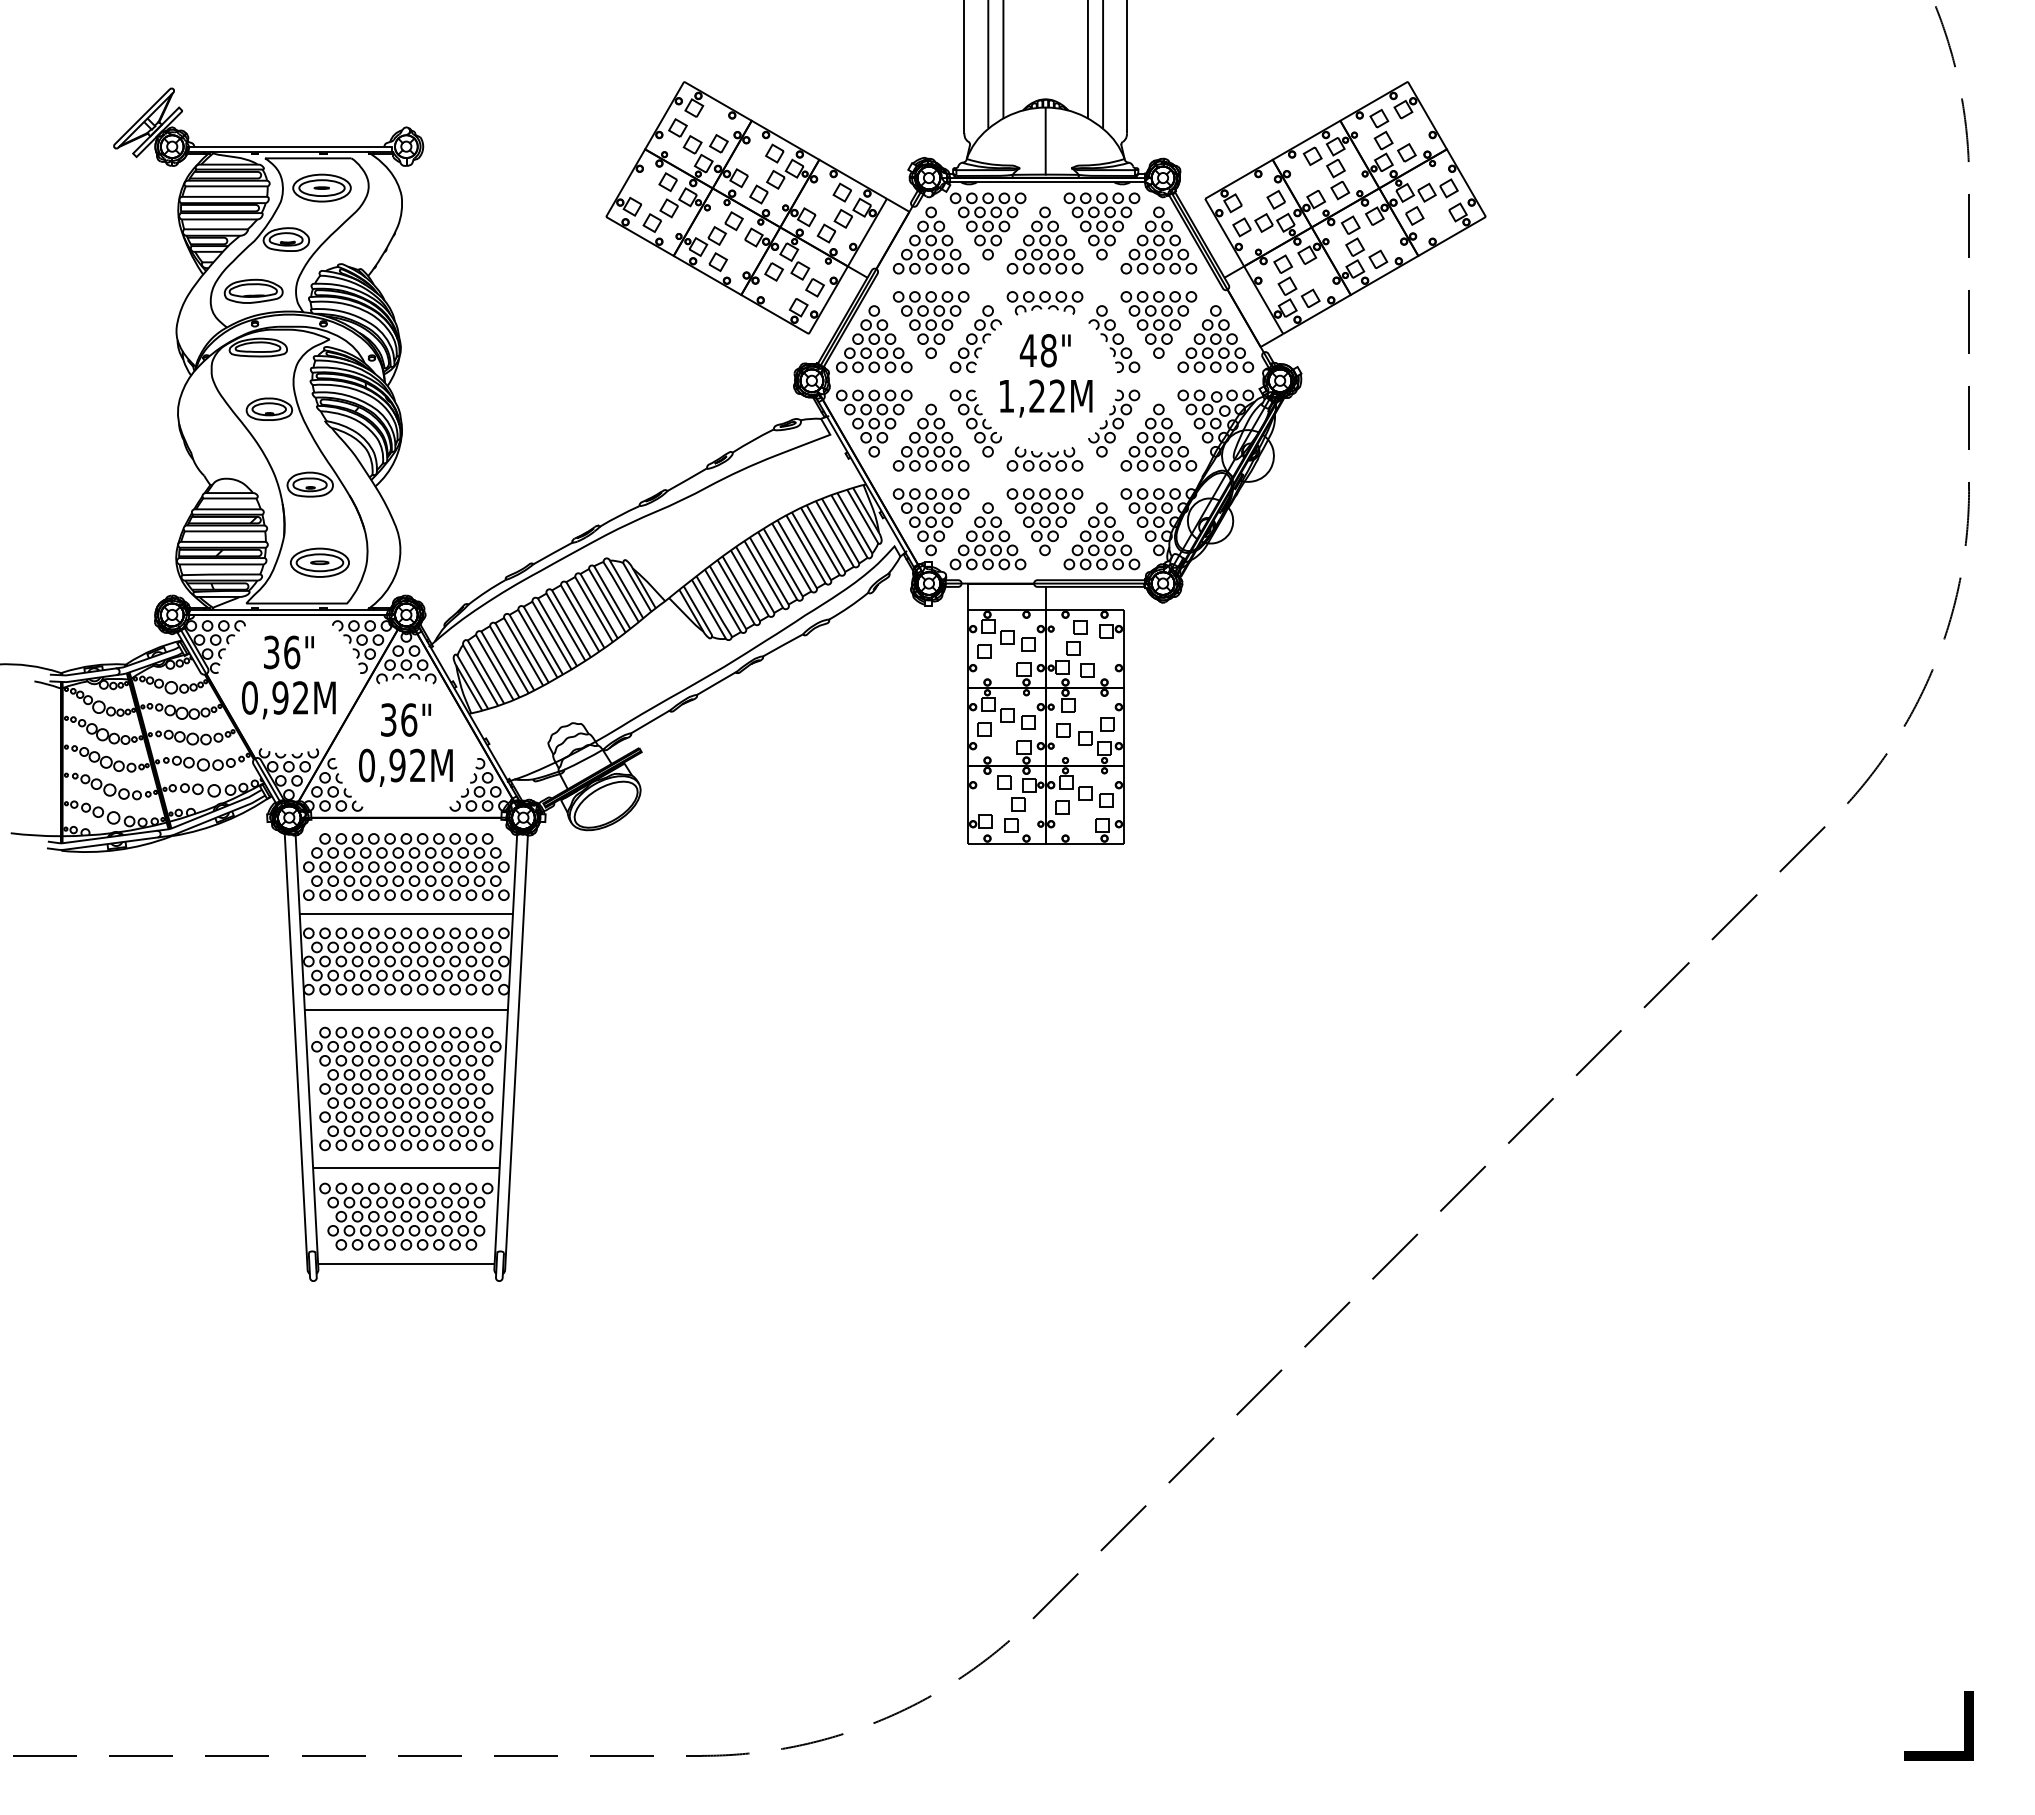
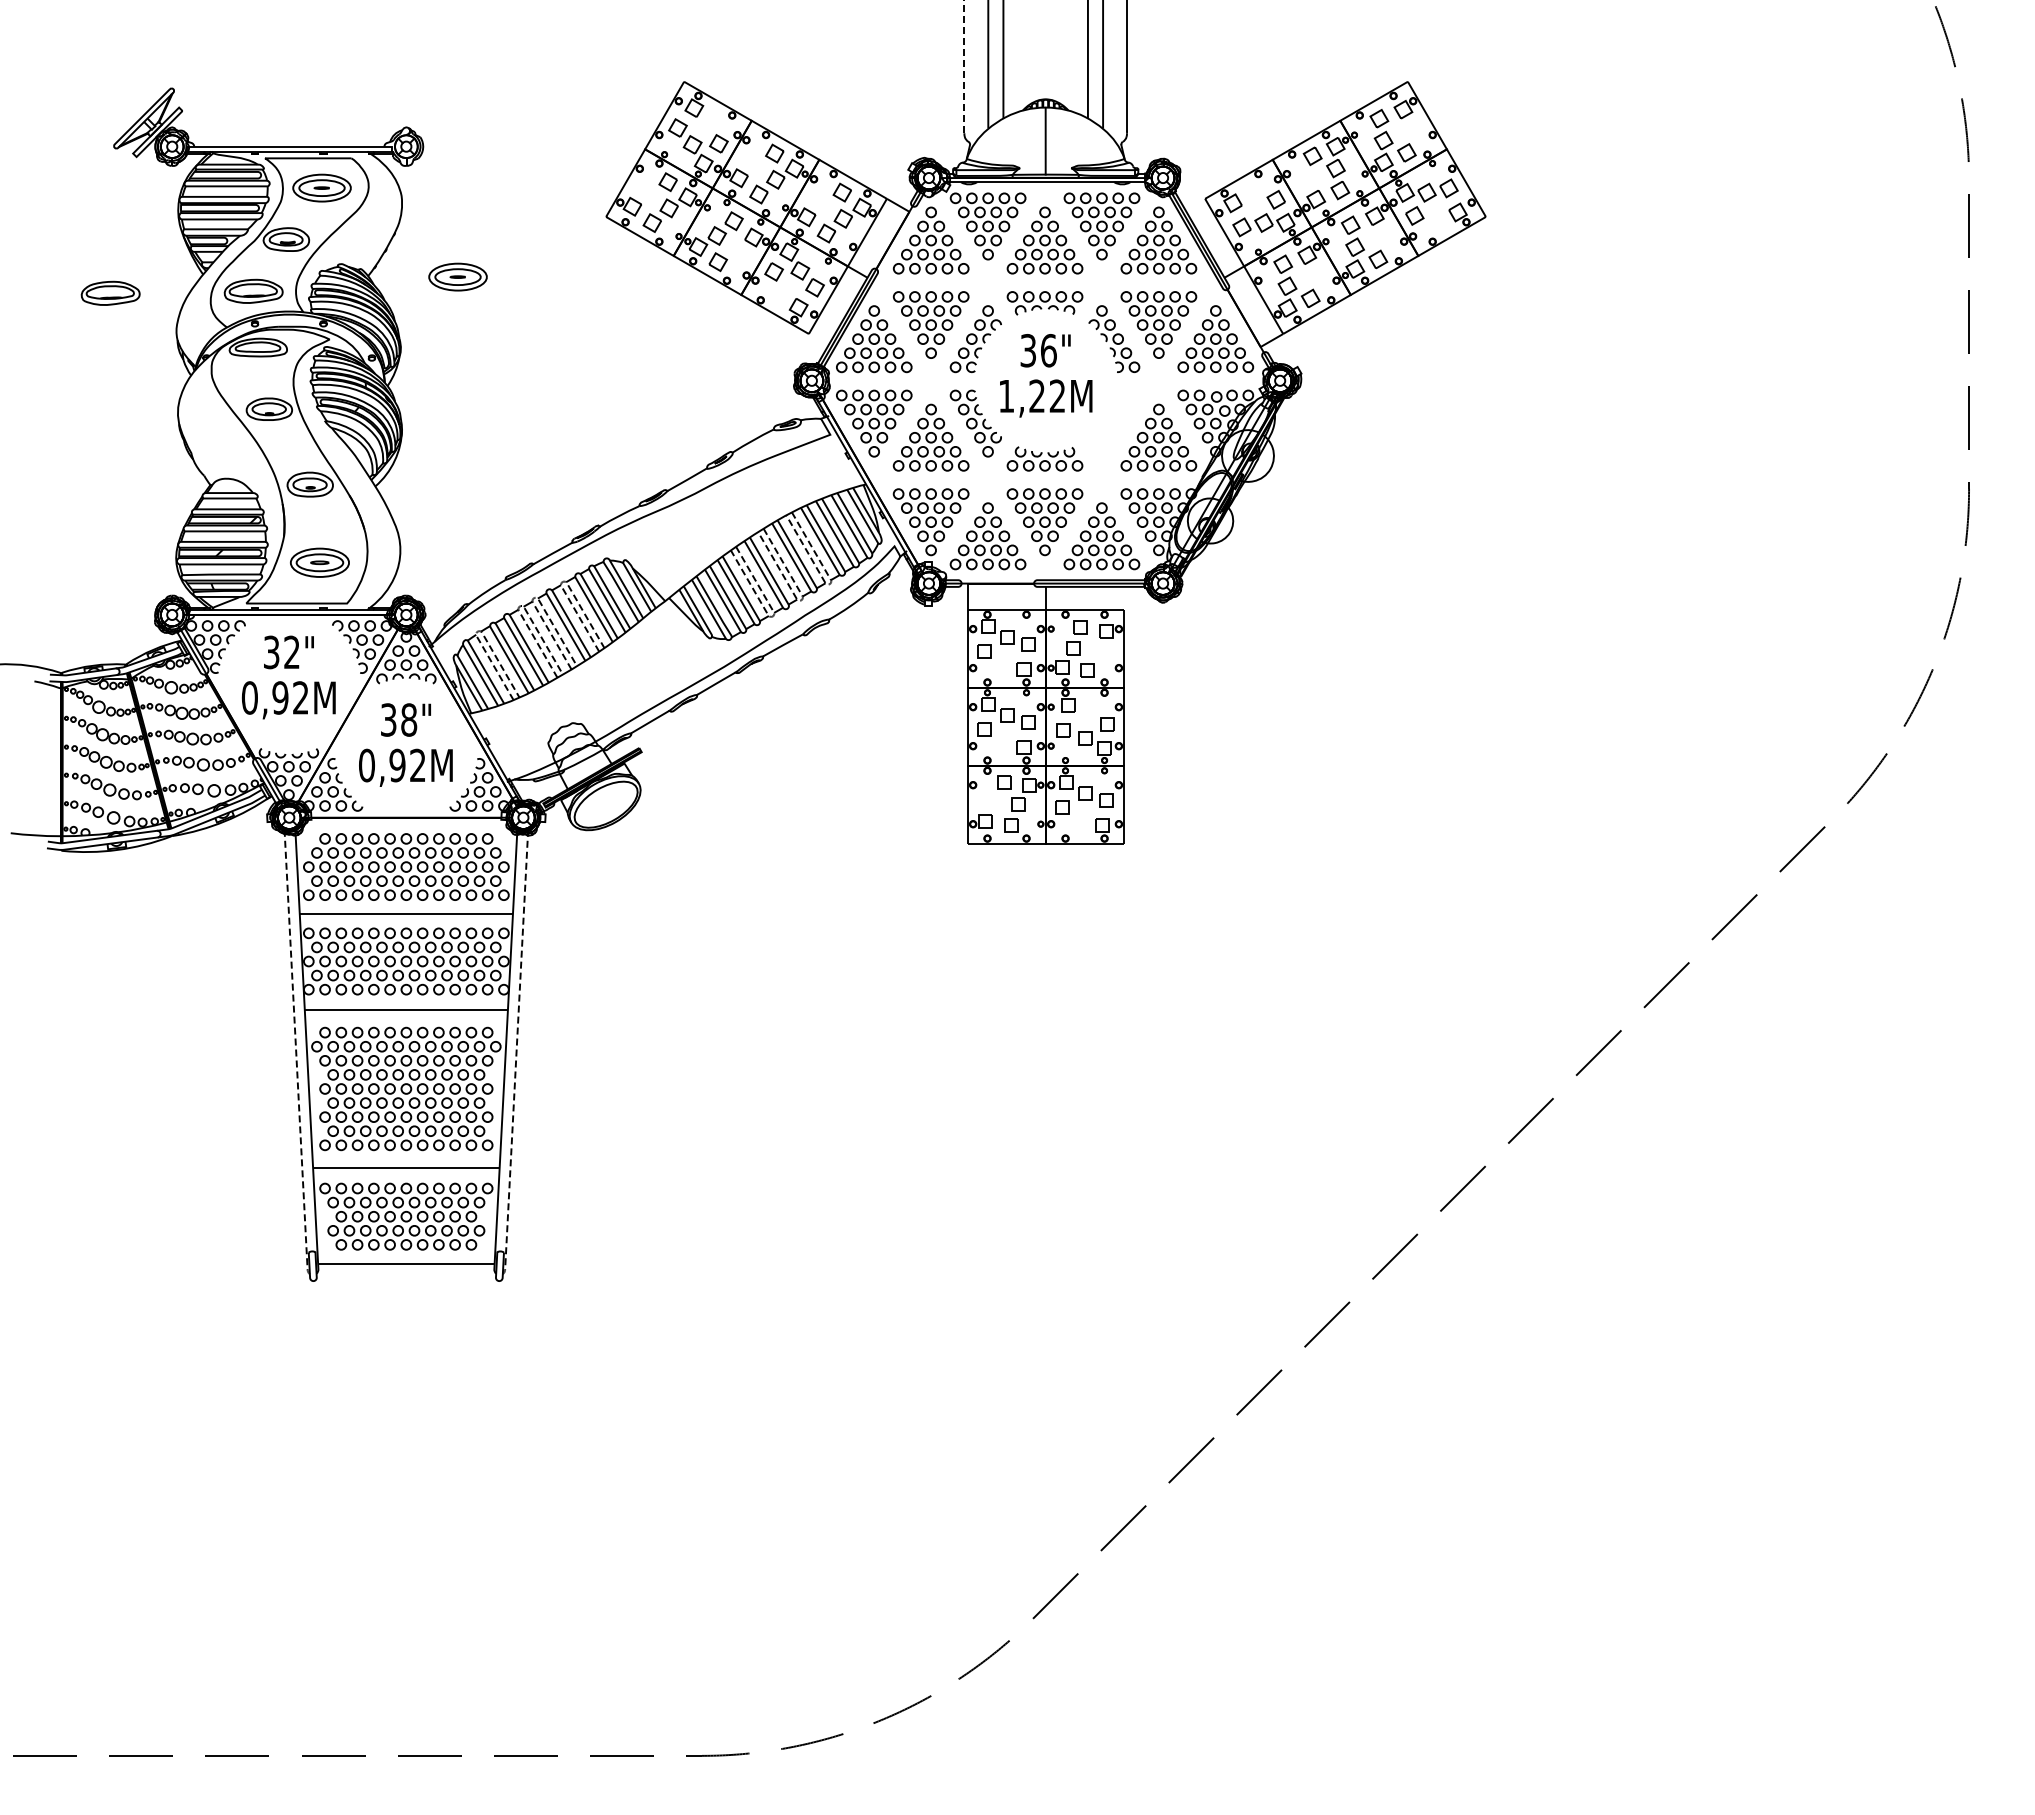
line at (964, 66): solid -> dashed
part at (457, 276): none -> present
part at (110, 292): none -> present
text at (1037, 350): 48" -> 36"
part at (1114, 423): present -> none
line at (562, 582): solid -> dashed
line at (829, 584): solid -> dashed
line at (534, 598): solid -> dashed
line at (801, 600): solid -> dashed
line at (519, 606): solid -> dashed
line at (772, 616): solid -> dashed
line at (477, 631): solid -> dashed
text at (292, 652): 36" -> 32"
text at (409, 719): 36" -> 38"
line at (296, 1056): solid -> dashed
line at (516, 1056): solid -> dashed
line at (1964, 1725): present -> none
